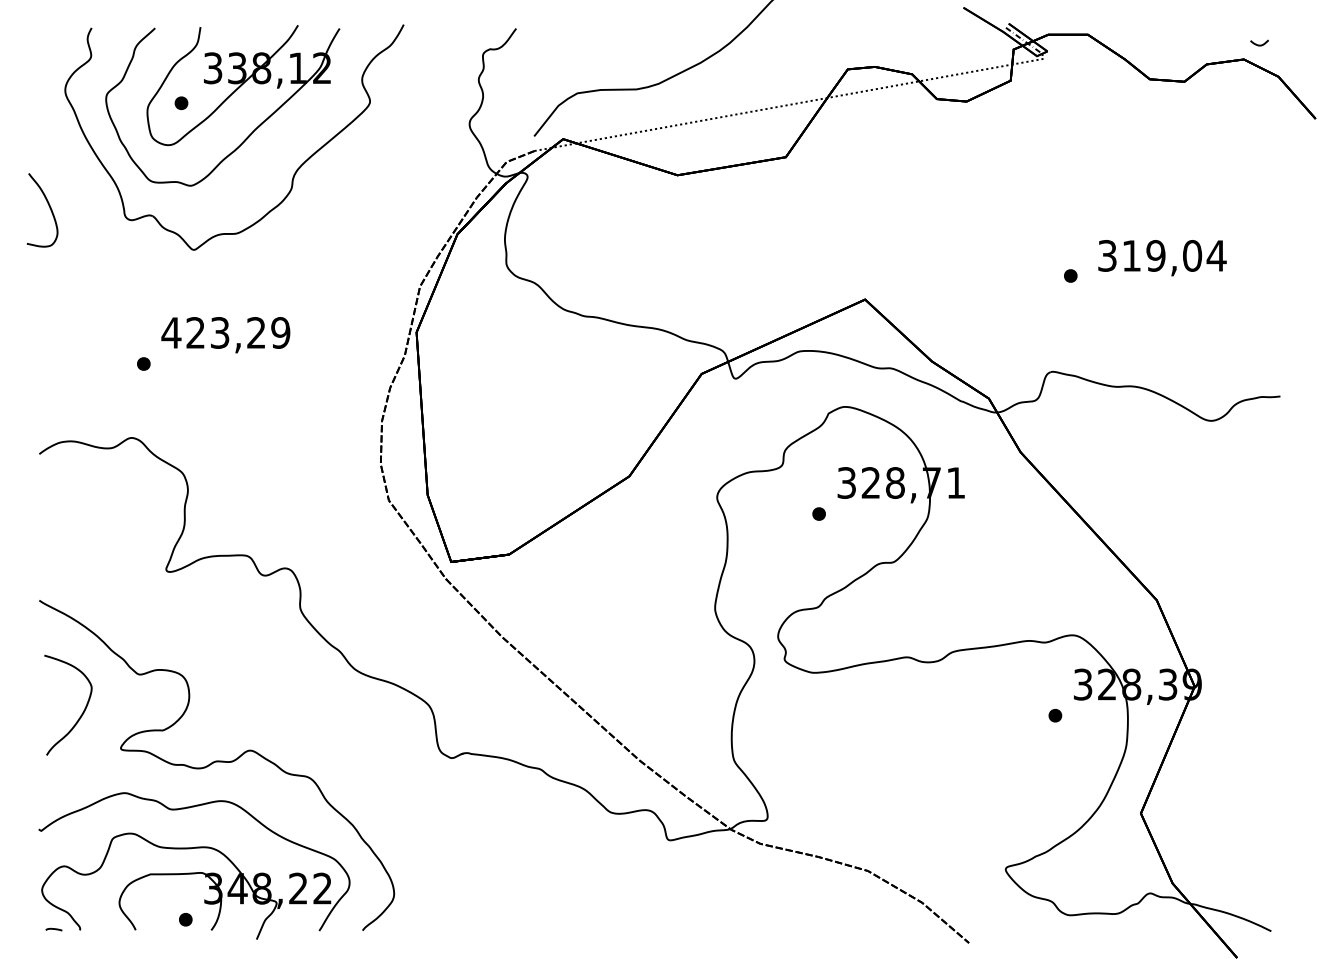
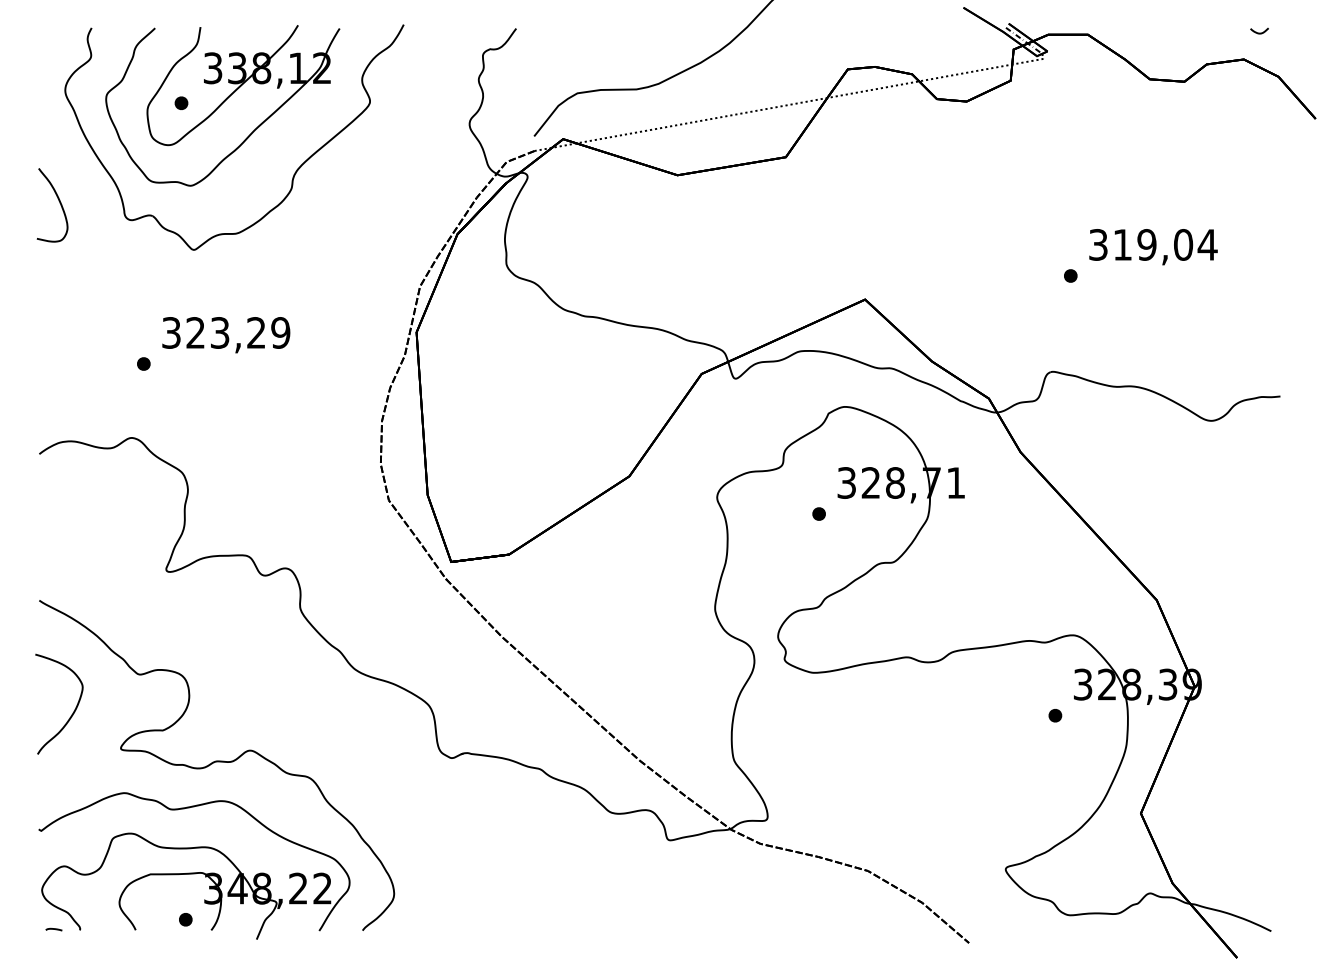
curve at (1259, 44) position: (1259, 44) -> (1259, 32)
curve at (48, 206) position: (48, 206) -> (58, 201)
text at (1162, 258) position: (1162, 258) -> (1153, 247)
text at (171, 332): 423,29 -> 323,29
curve at (81, 713) position: (81, 713) -> (72, 712)
